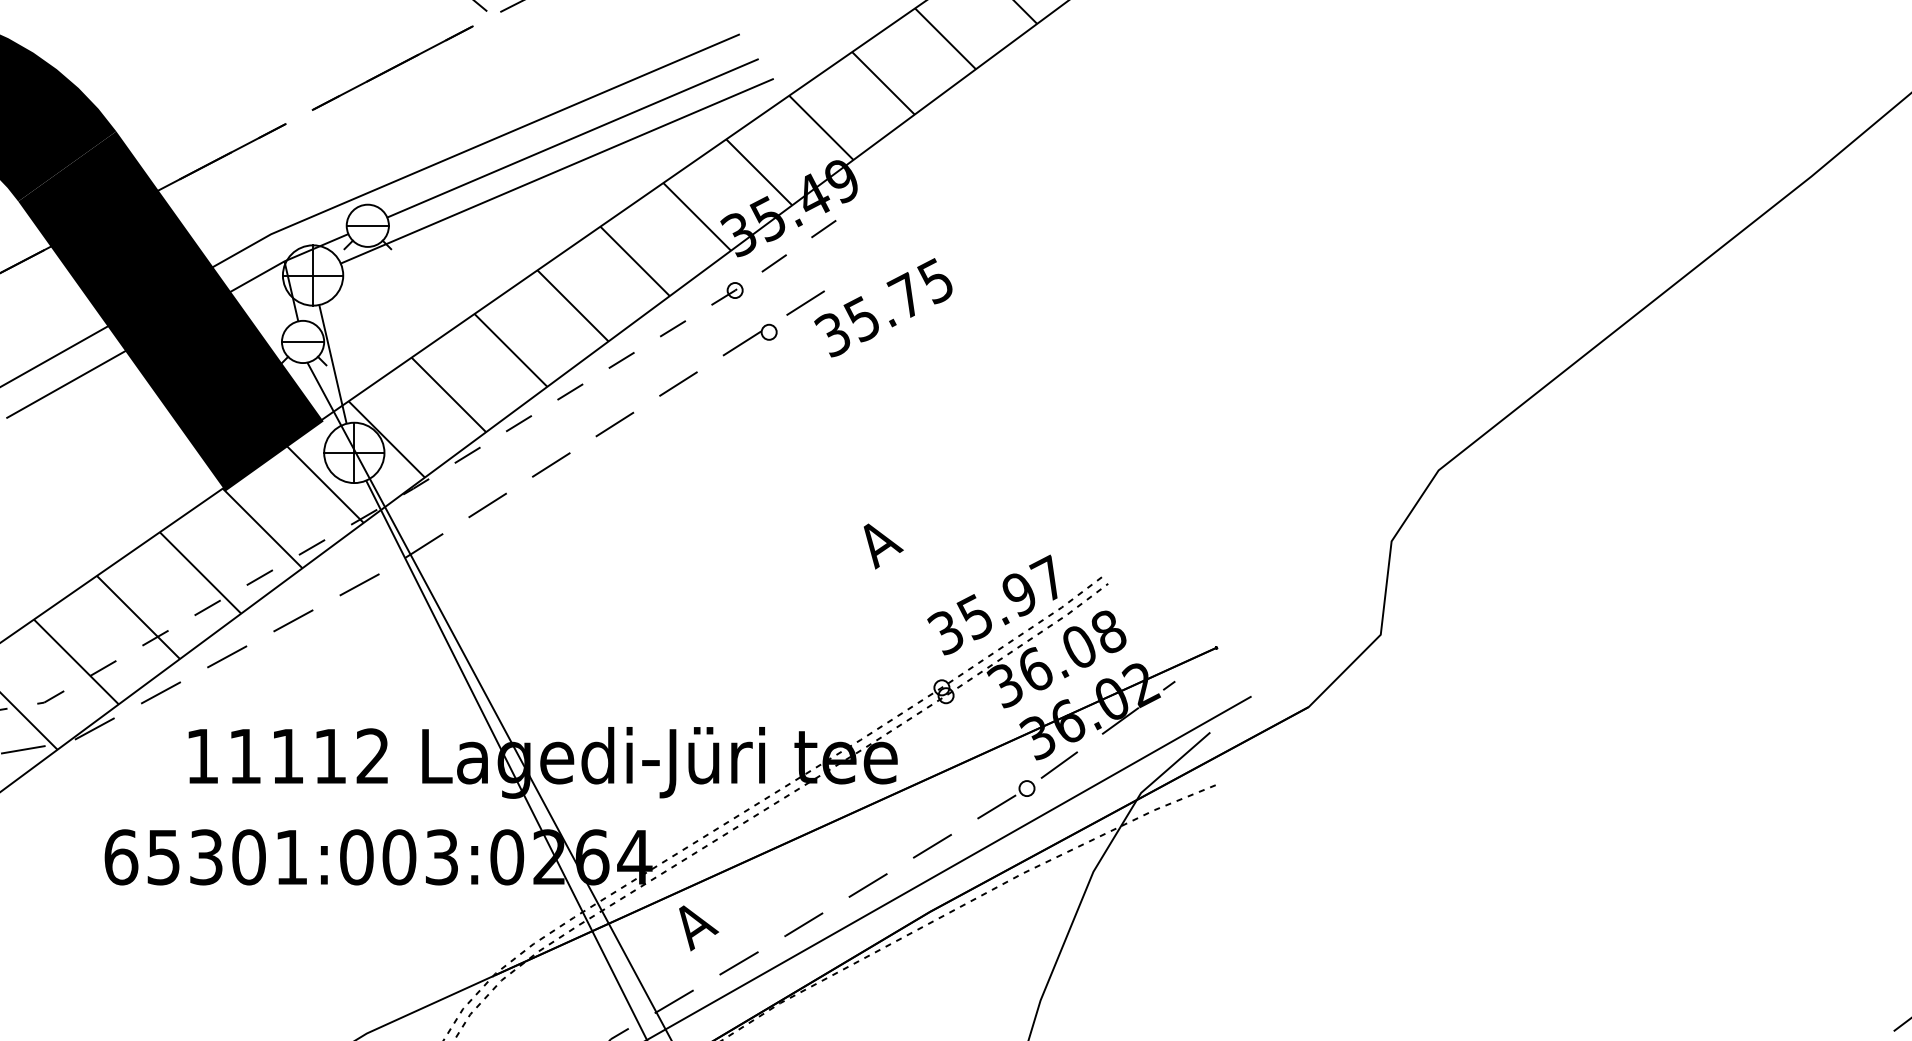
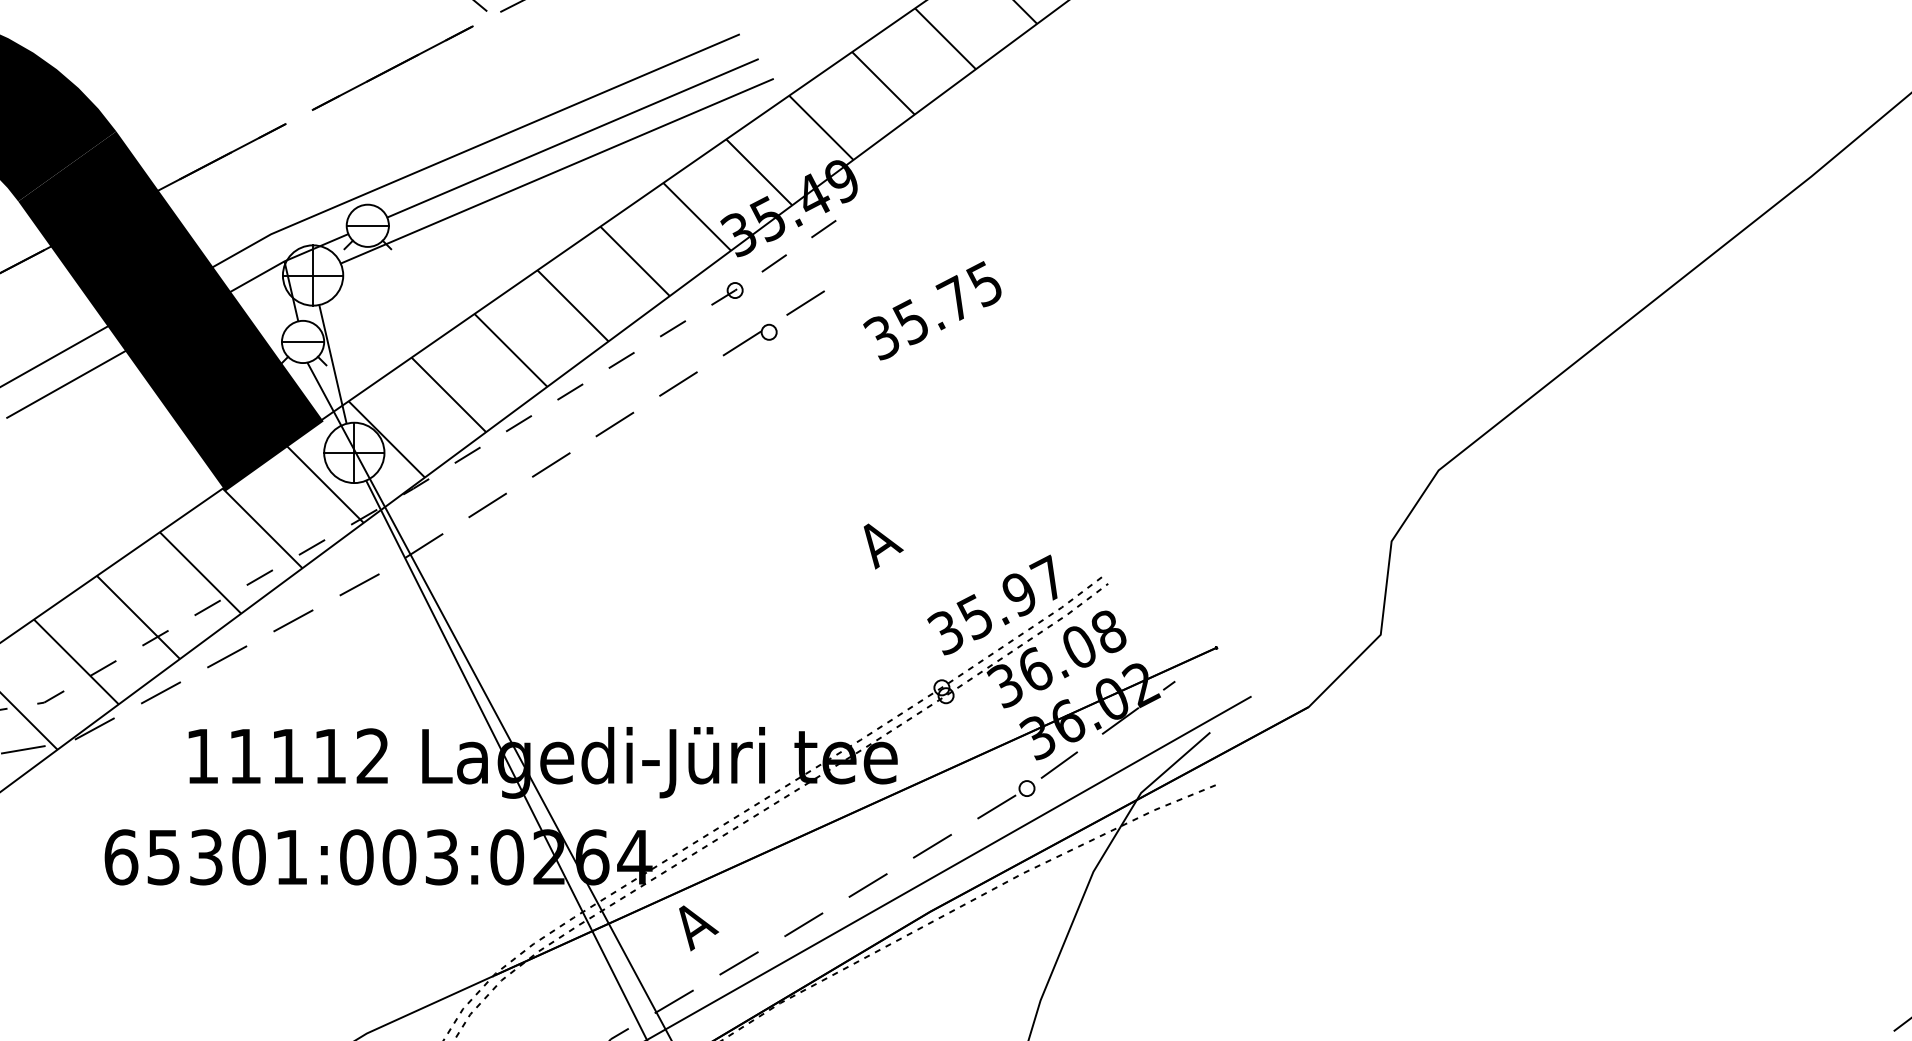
text at (883, 307) position: (883, 307) -> (932, 310)
